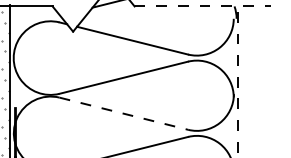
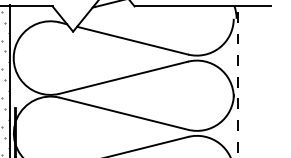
line at (203, 6): dashed -> solid
line at (124, 113): dashed -> solid
